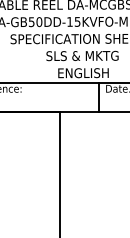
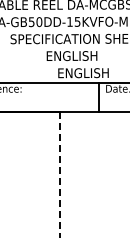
text at (82, 55): SLS & MKTG -> ENGLISH
line at (60, 174): solid -> dashed
